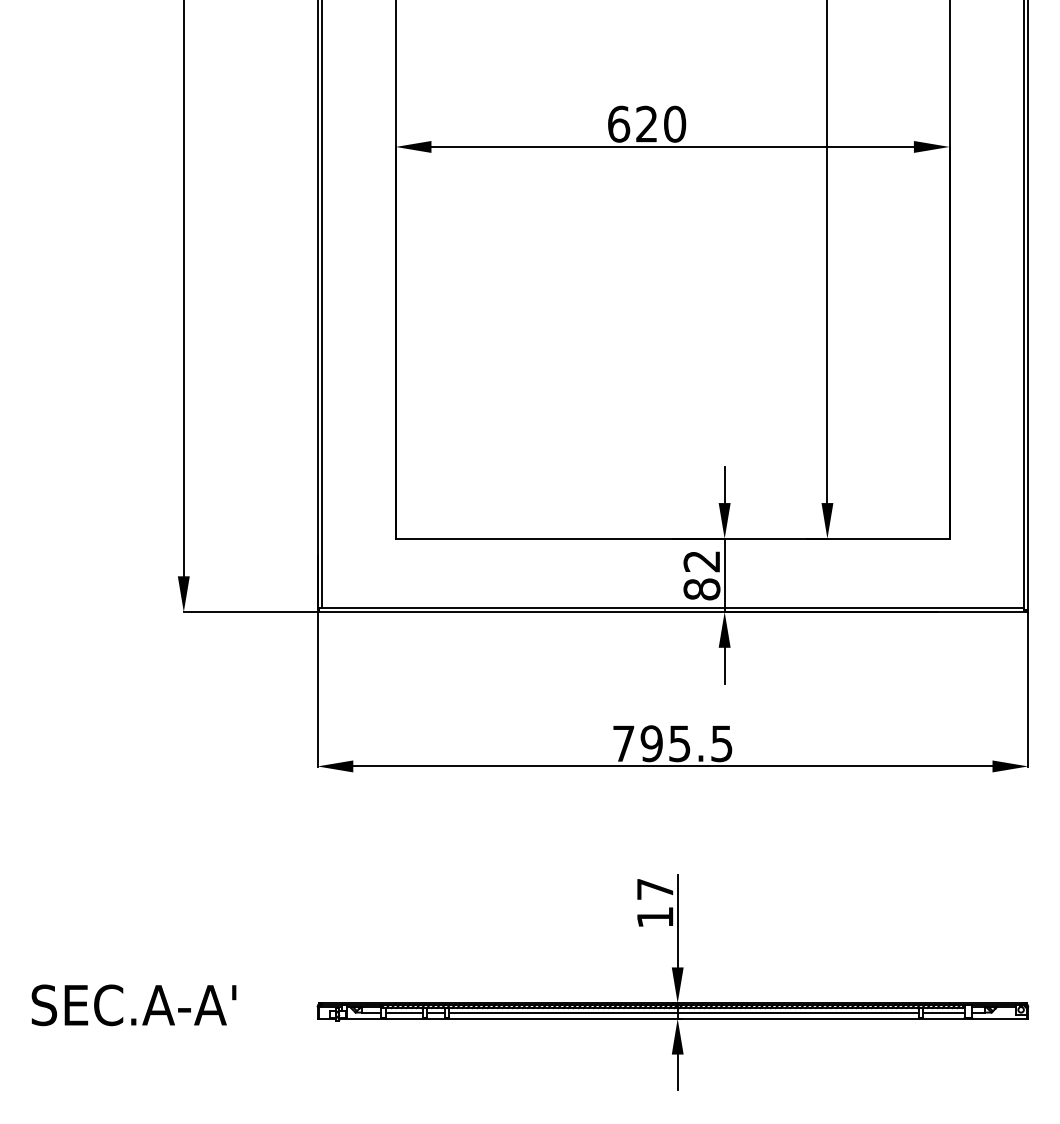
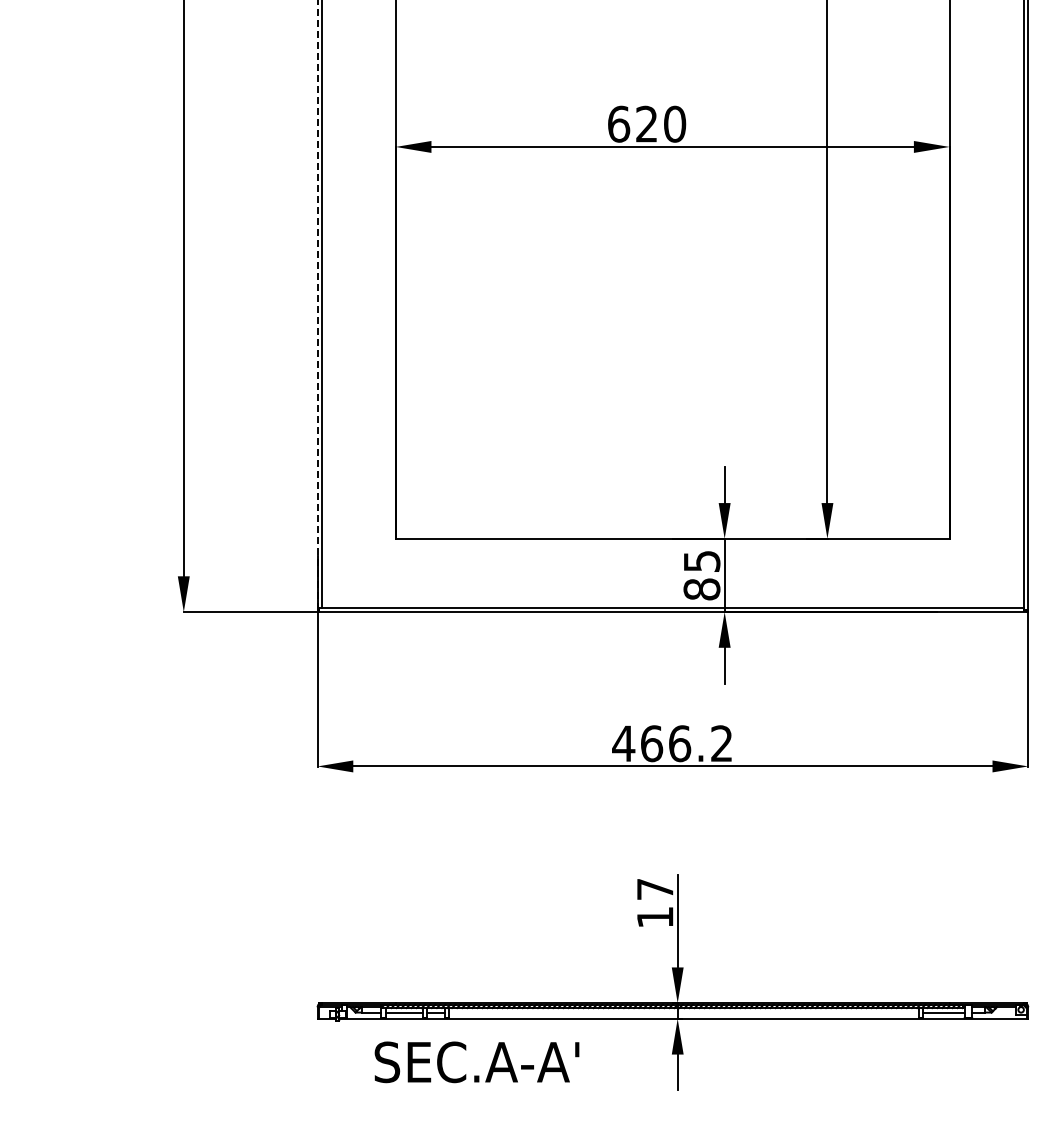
line at (317, 305): solid -> dashed
text at (701, 561): 82 -> 85
text at (672, 743): 795.5 -> 466.2
text at (133, 1005) position: (133, 1005) -> (476, 1062)
line at (683, 1012): present -> none
